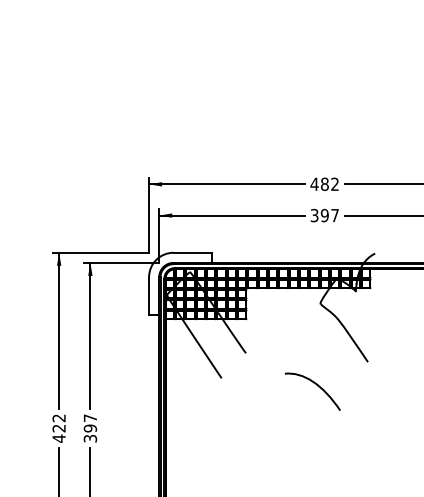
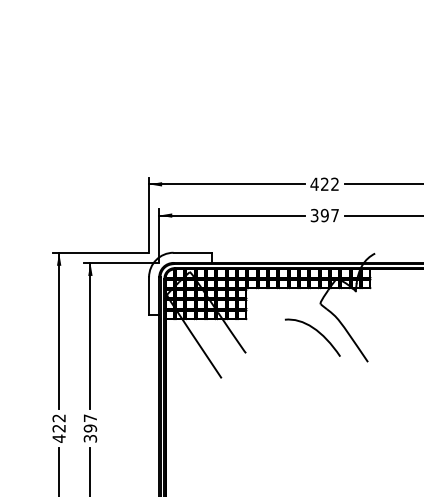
text at (324, 183): 482 -> 422
curve at (317, 386) position: (317, 386) -> (317, 332)
